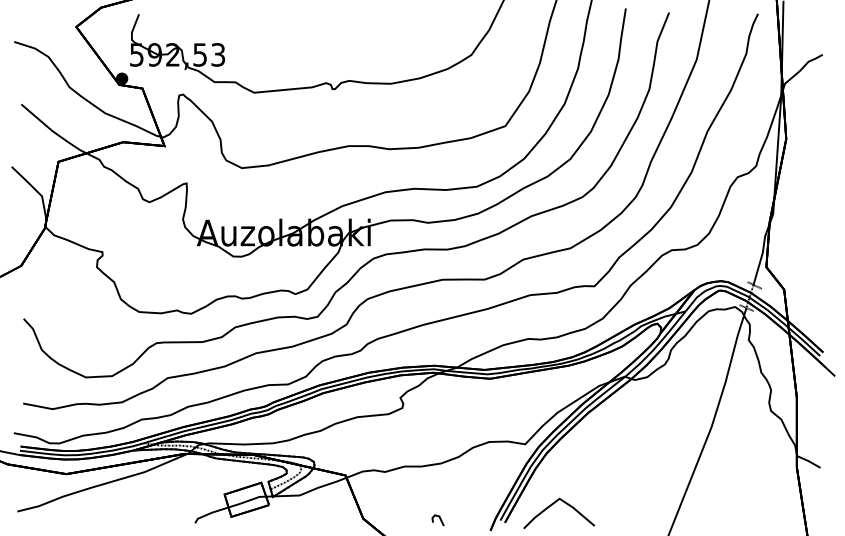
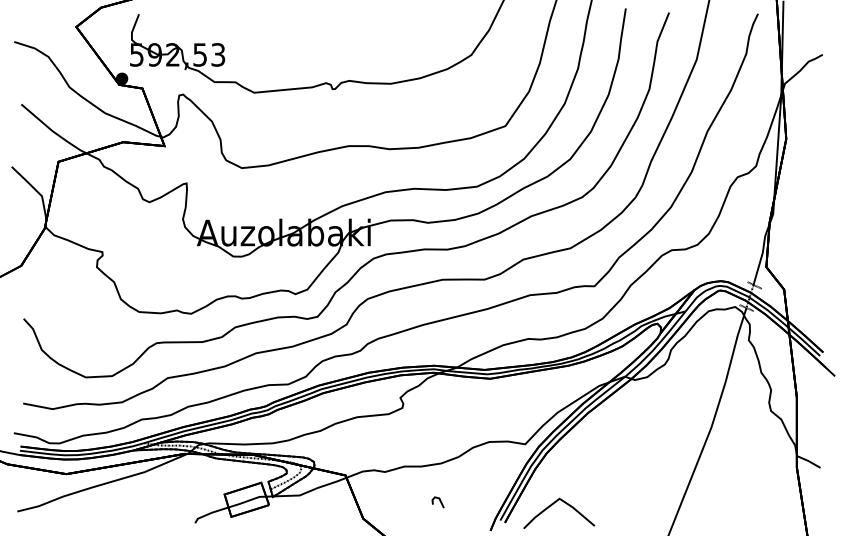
line at (439, 519) position: (439, 519) -> (439, 501)
